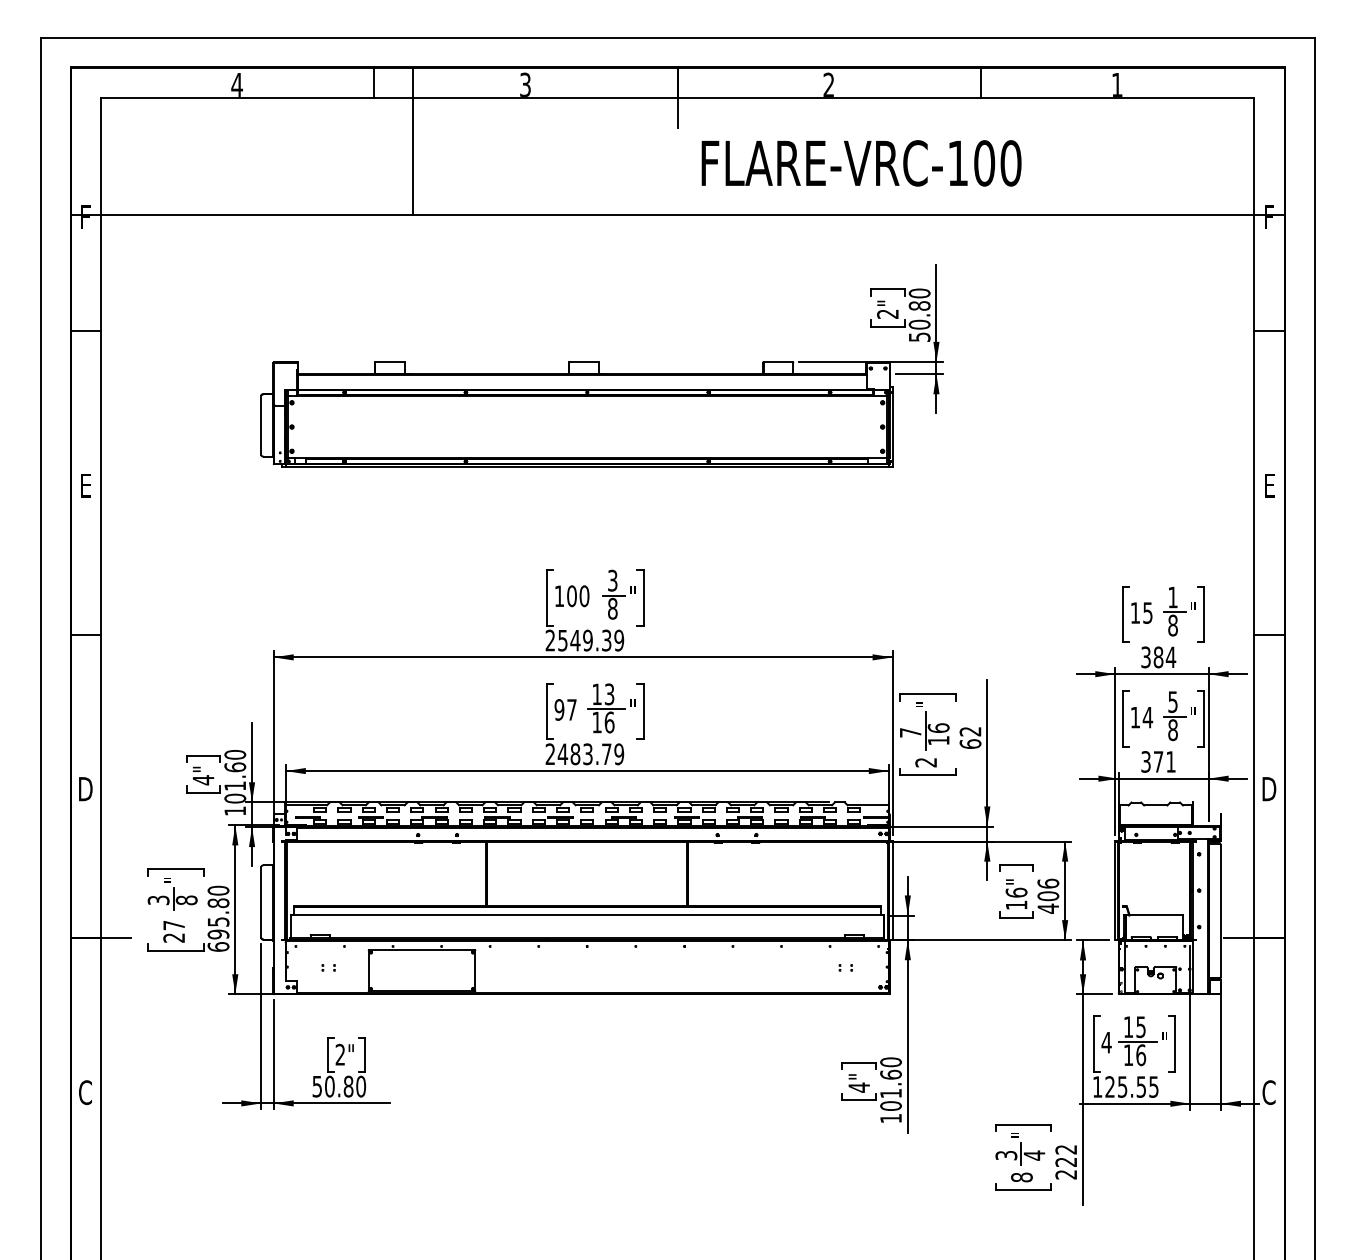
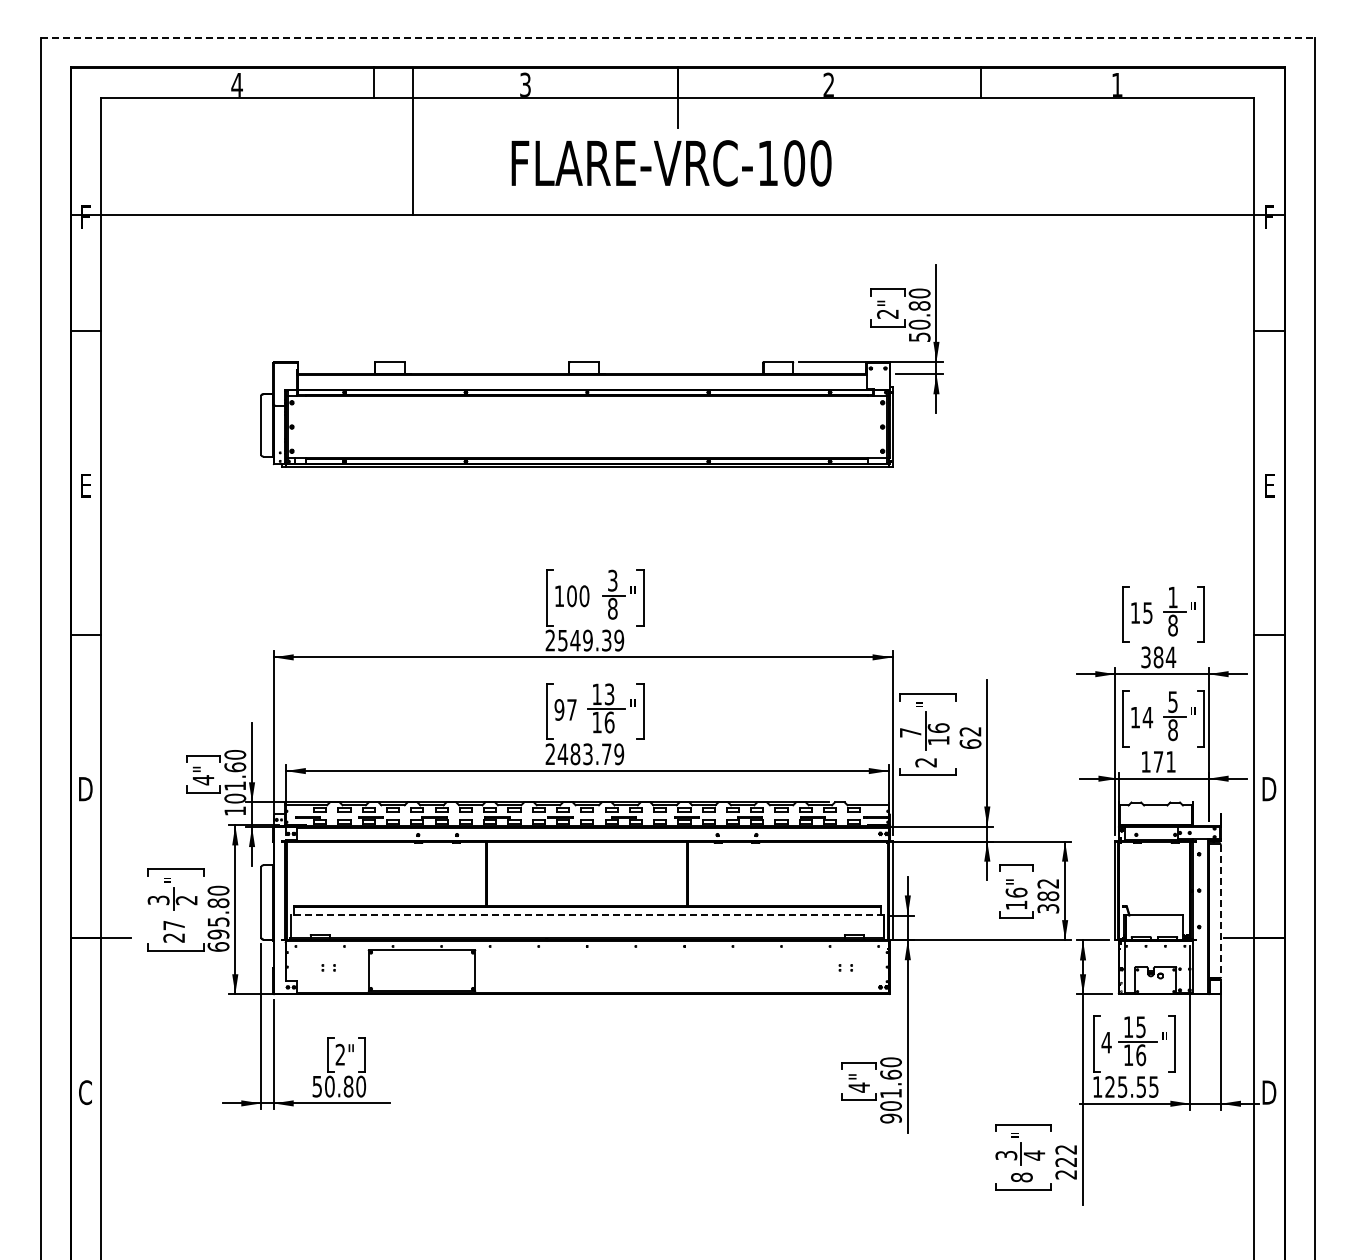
line at (678, 37): solid -> dashed
text at (861, 163) position: (861, 163) -> (671, 163)
text at (1145, 761): 371 -> 171
text at (1048, 895): 406 -> 382
text at (186, 900): 8 -> 2
line at (1220, 911): solid -> dashed
line at (587, 915): solid -> dashed
text at (1269, 1092): C -> D
text at (890, 1118): 101.60 -> 901.60
